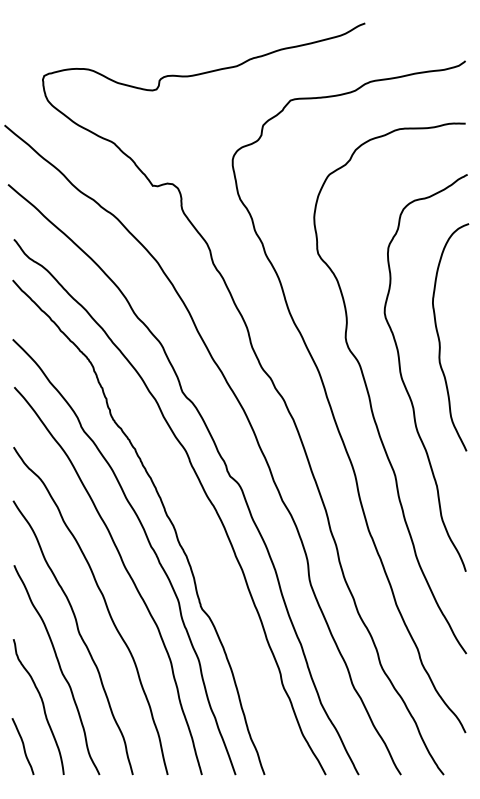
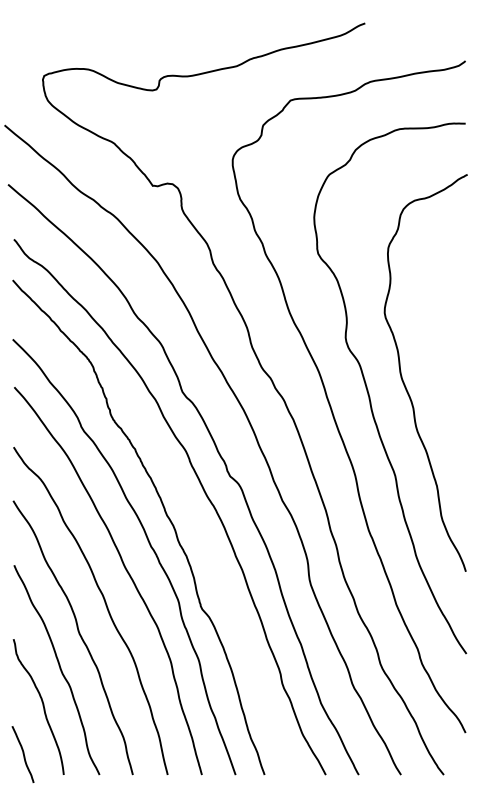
curve at (440, 340): present -> none
curve at (22, 745) position: (22, 745) -> (22, 753)
